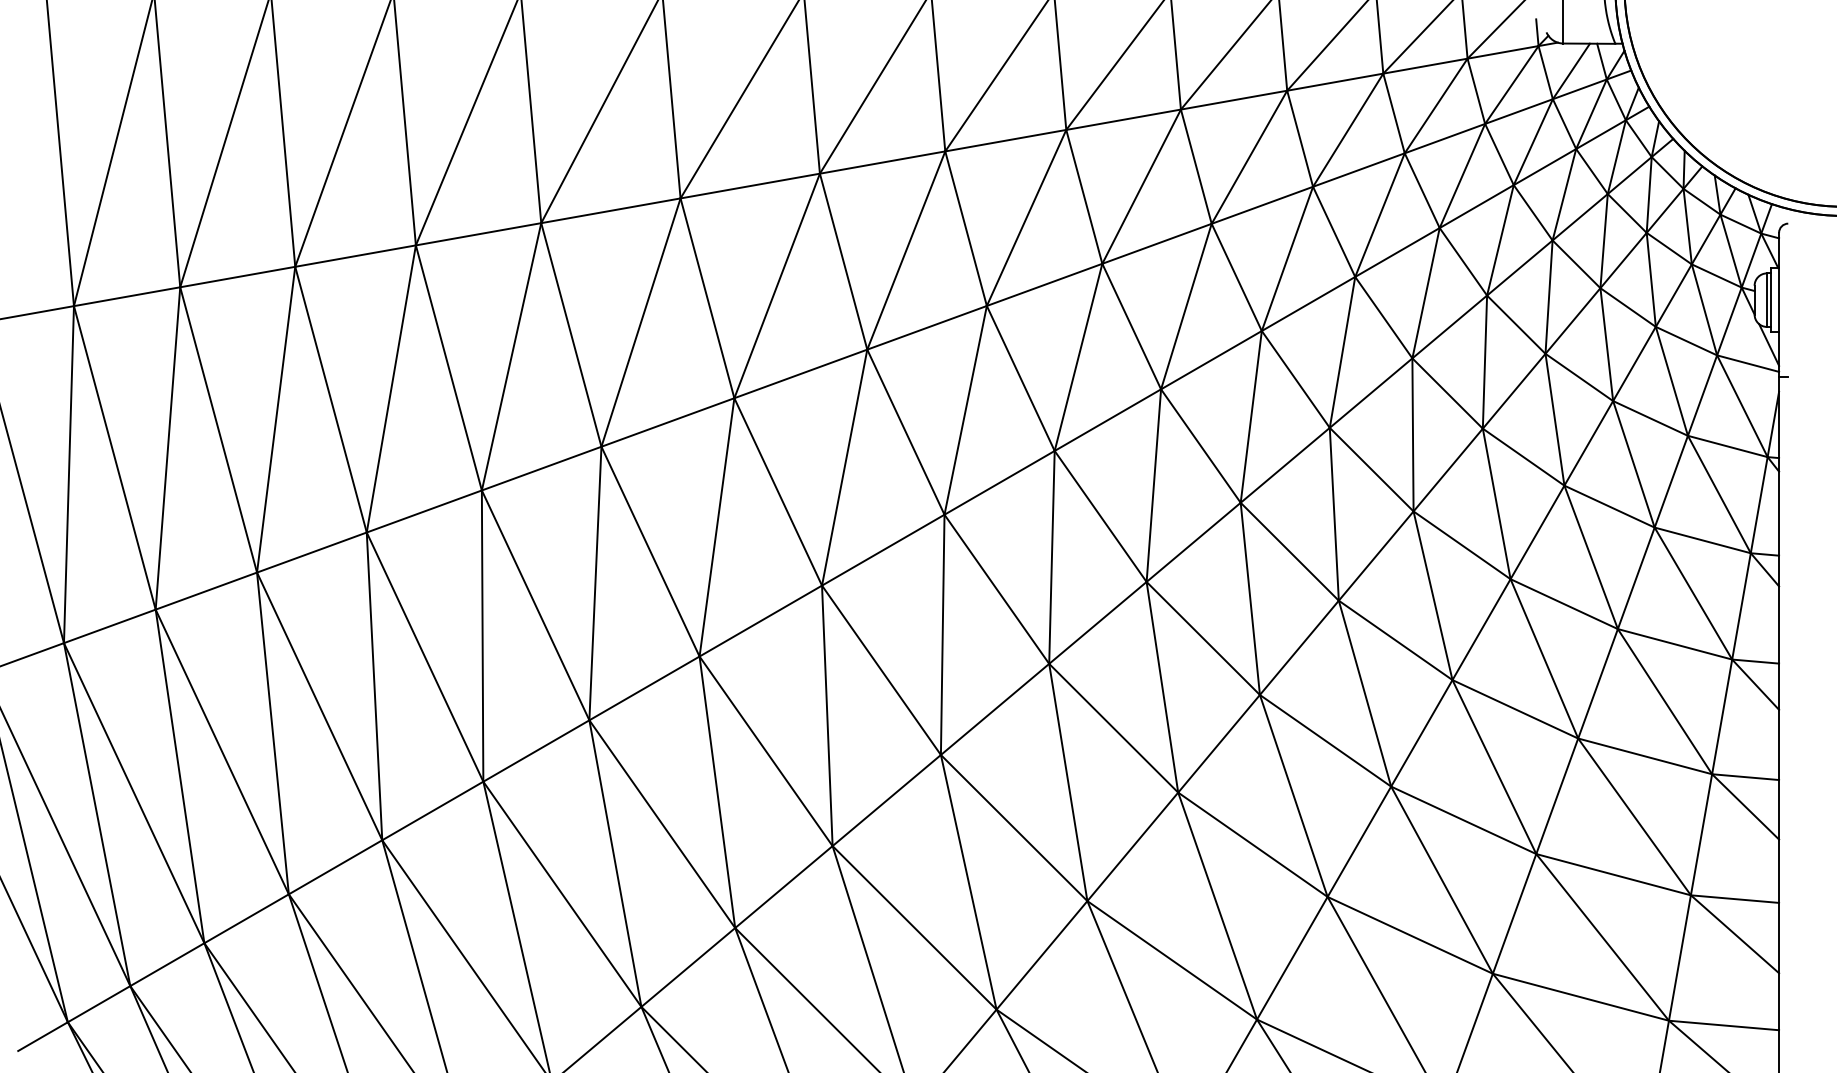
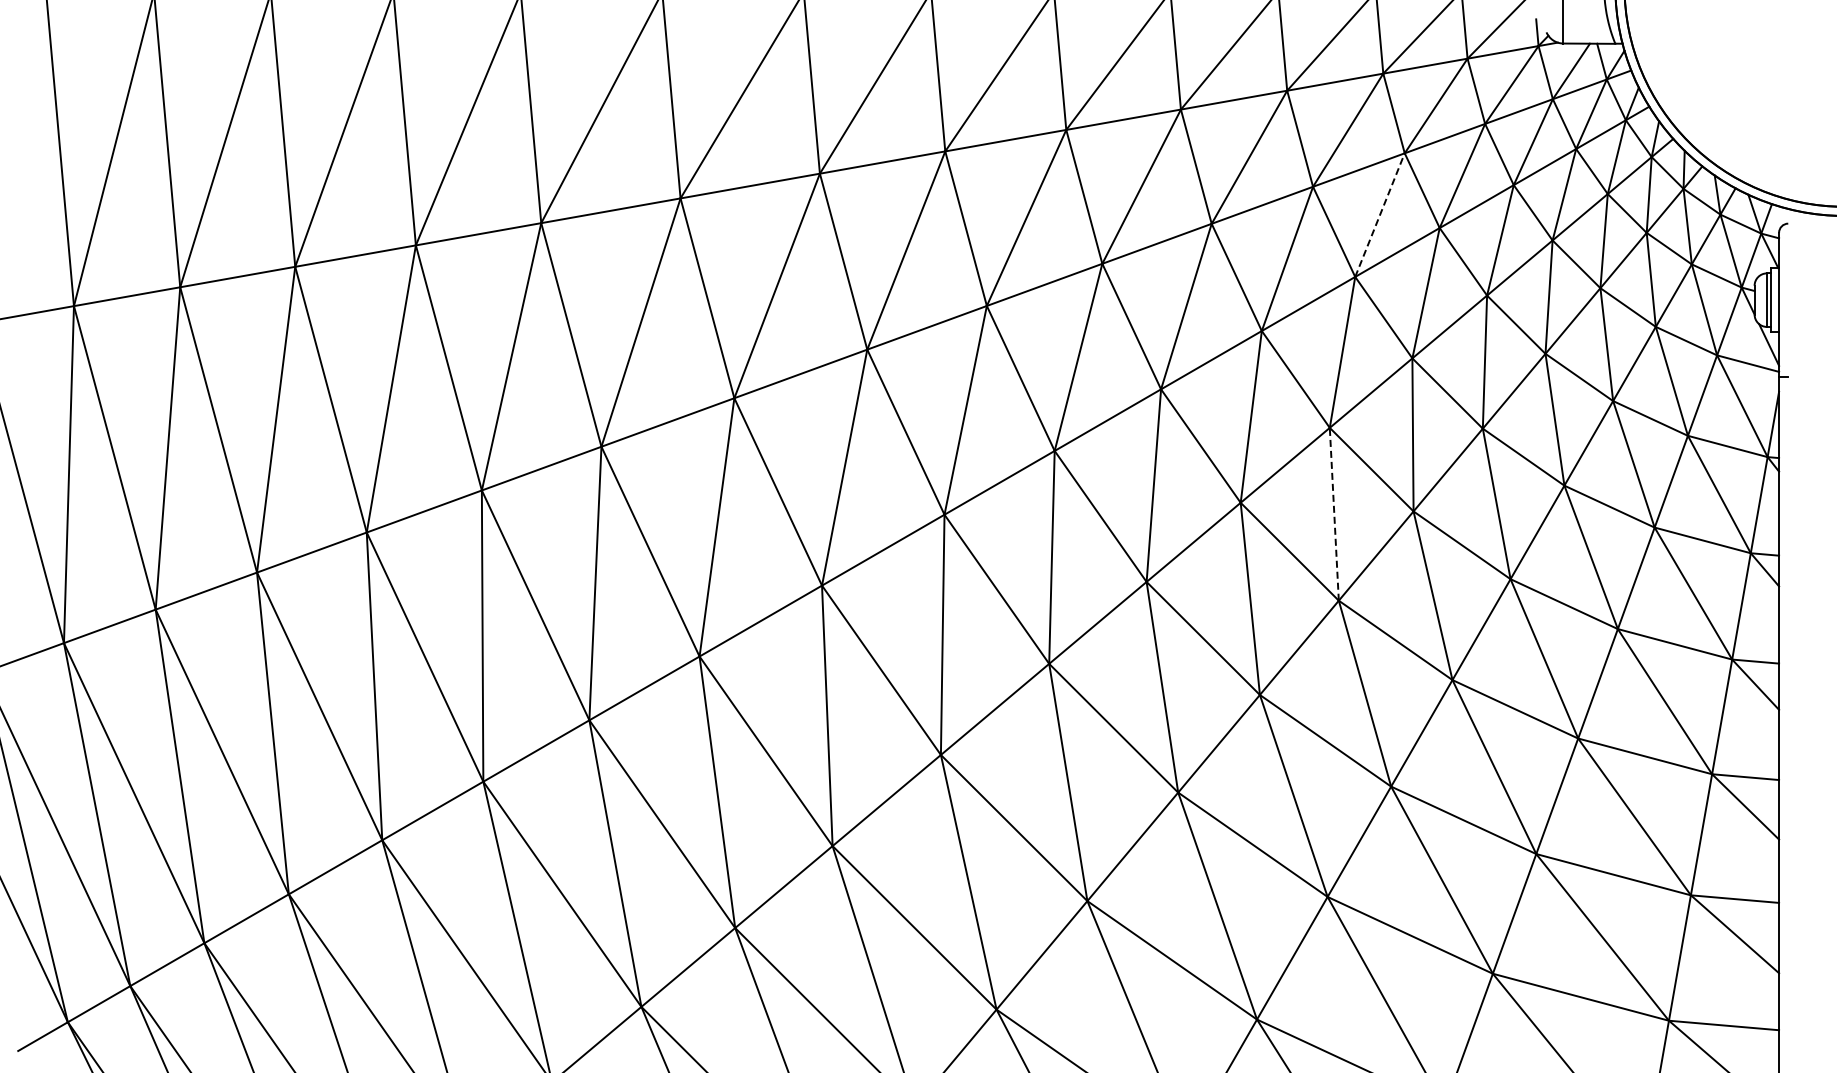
line at (1379, 215): solid -> dashed
line at (1334, 514): solid -> dashed
